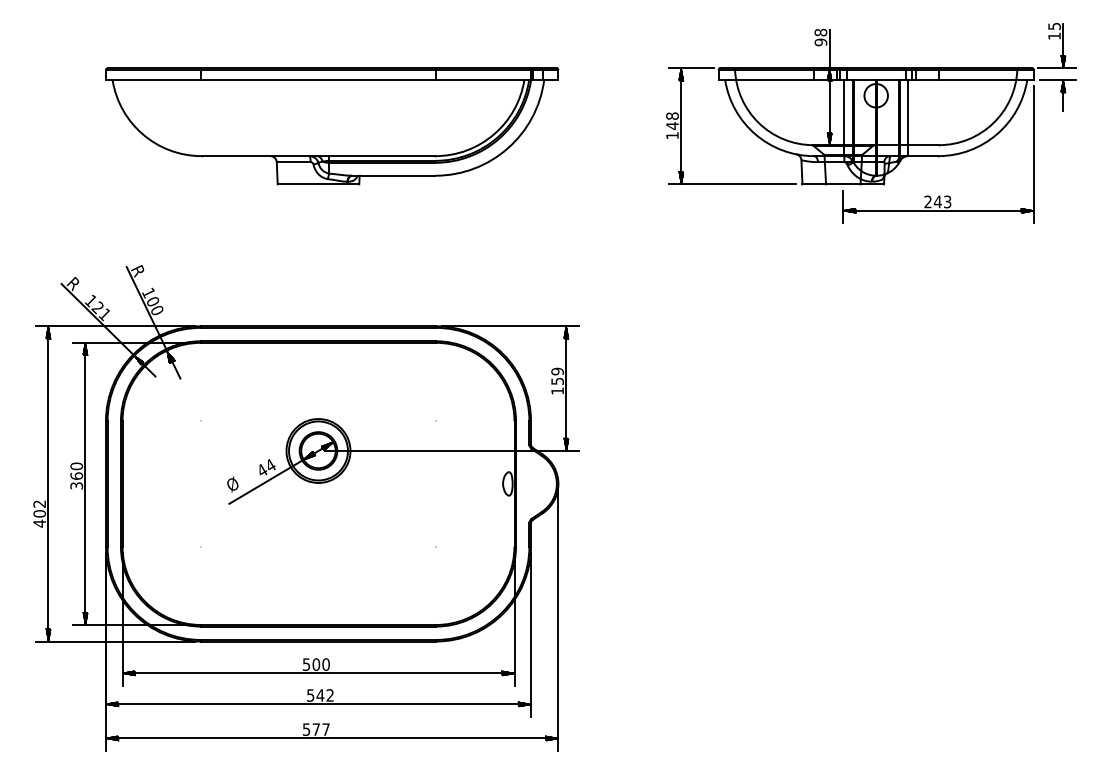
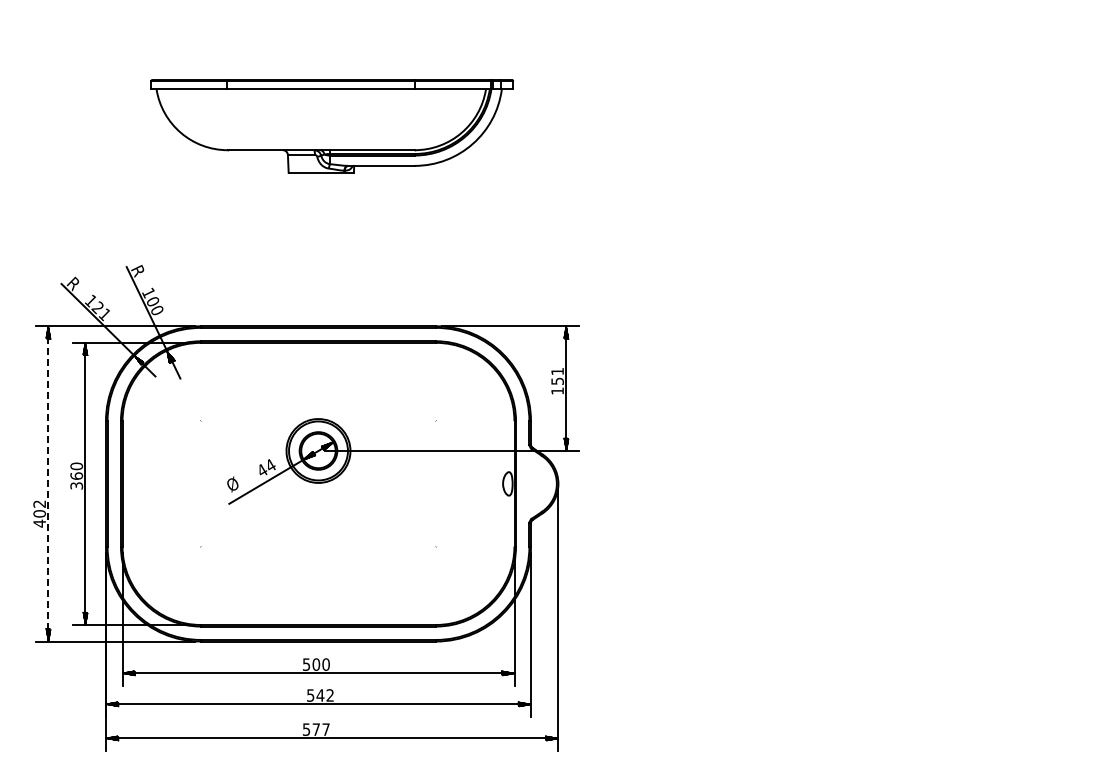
part at (871, 123): present -> none
part at (332, 126) size: 455x119 px -> 364x95 px
text at (557, 371): 159 -> 151
line at (48, 483): solid -> dashed
